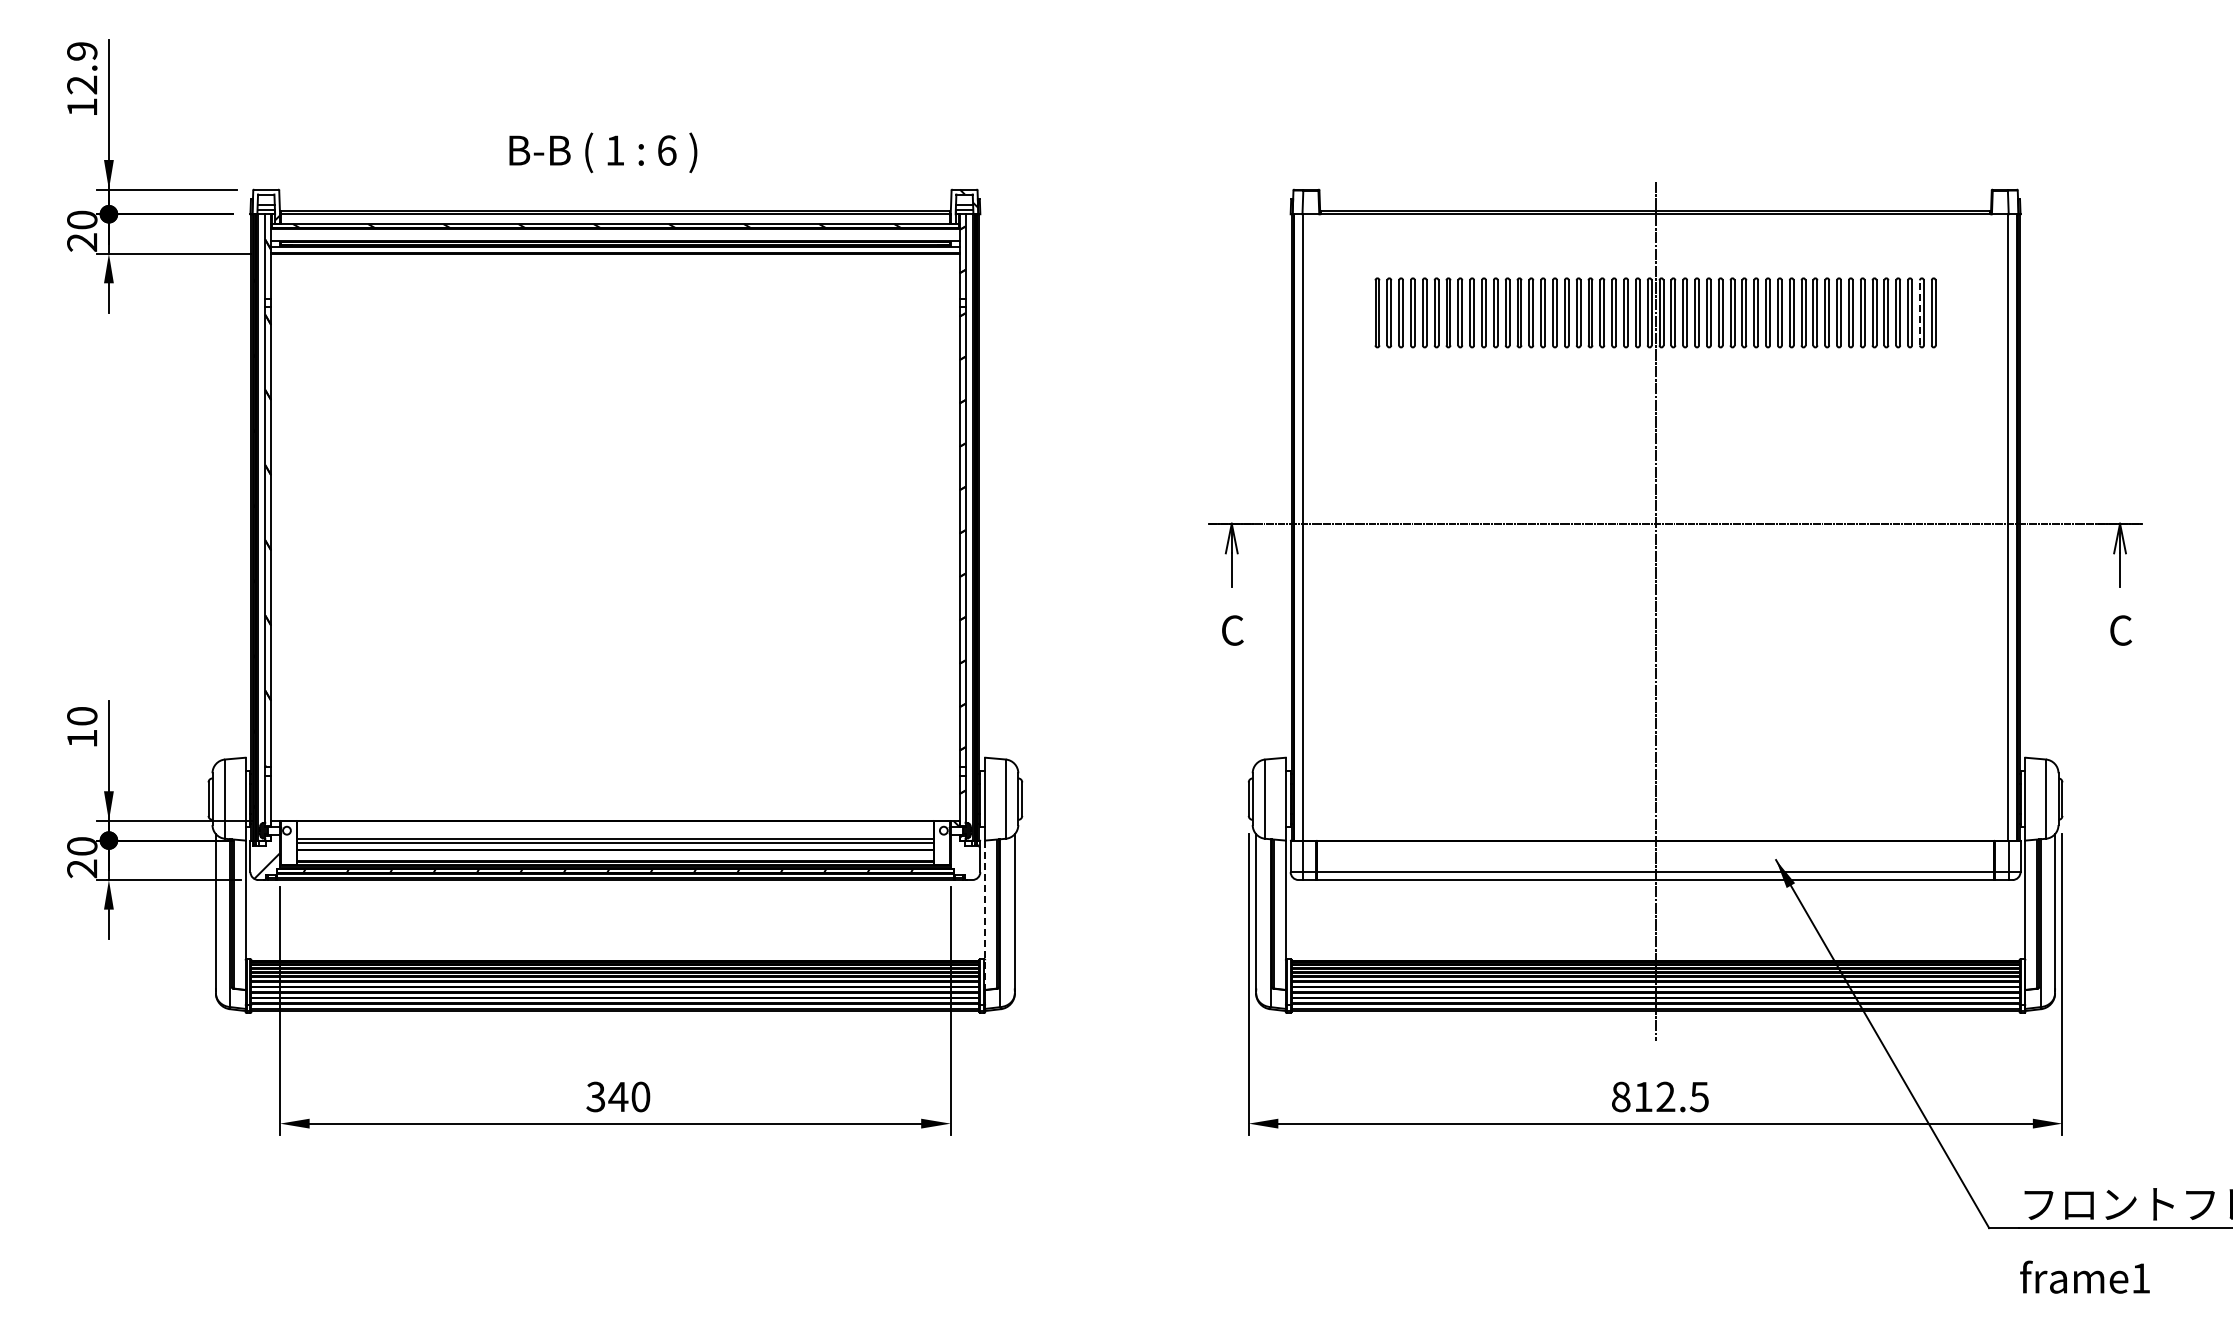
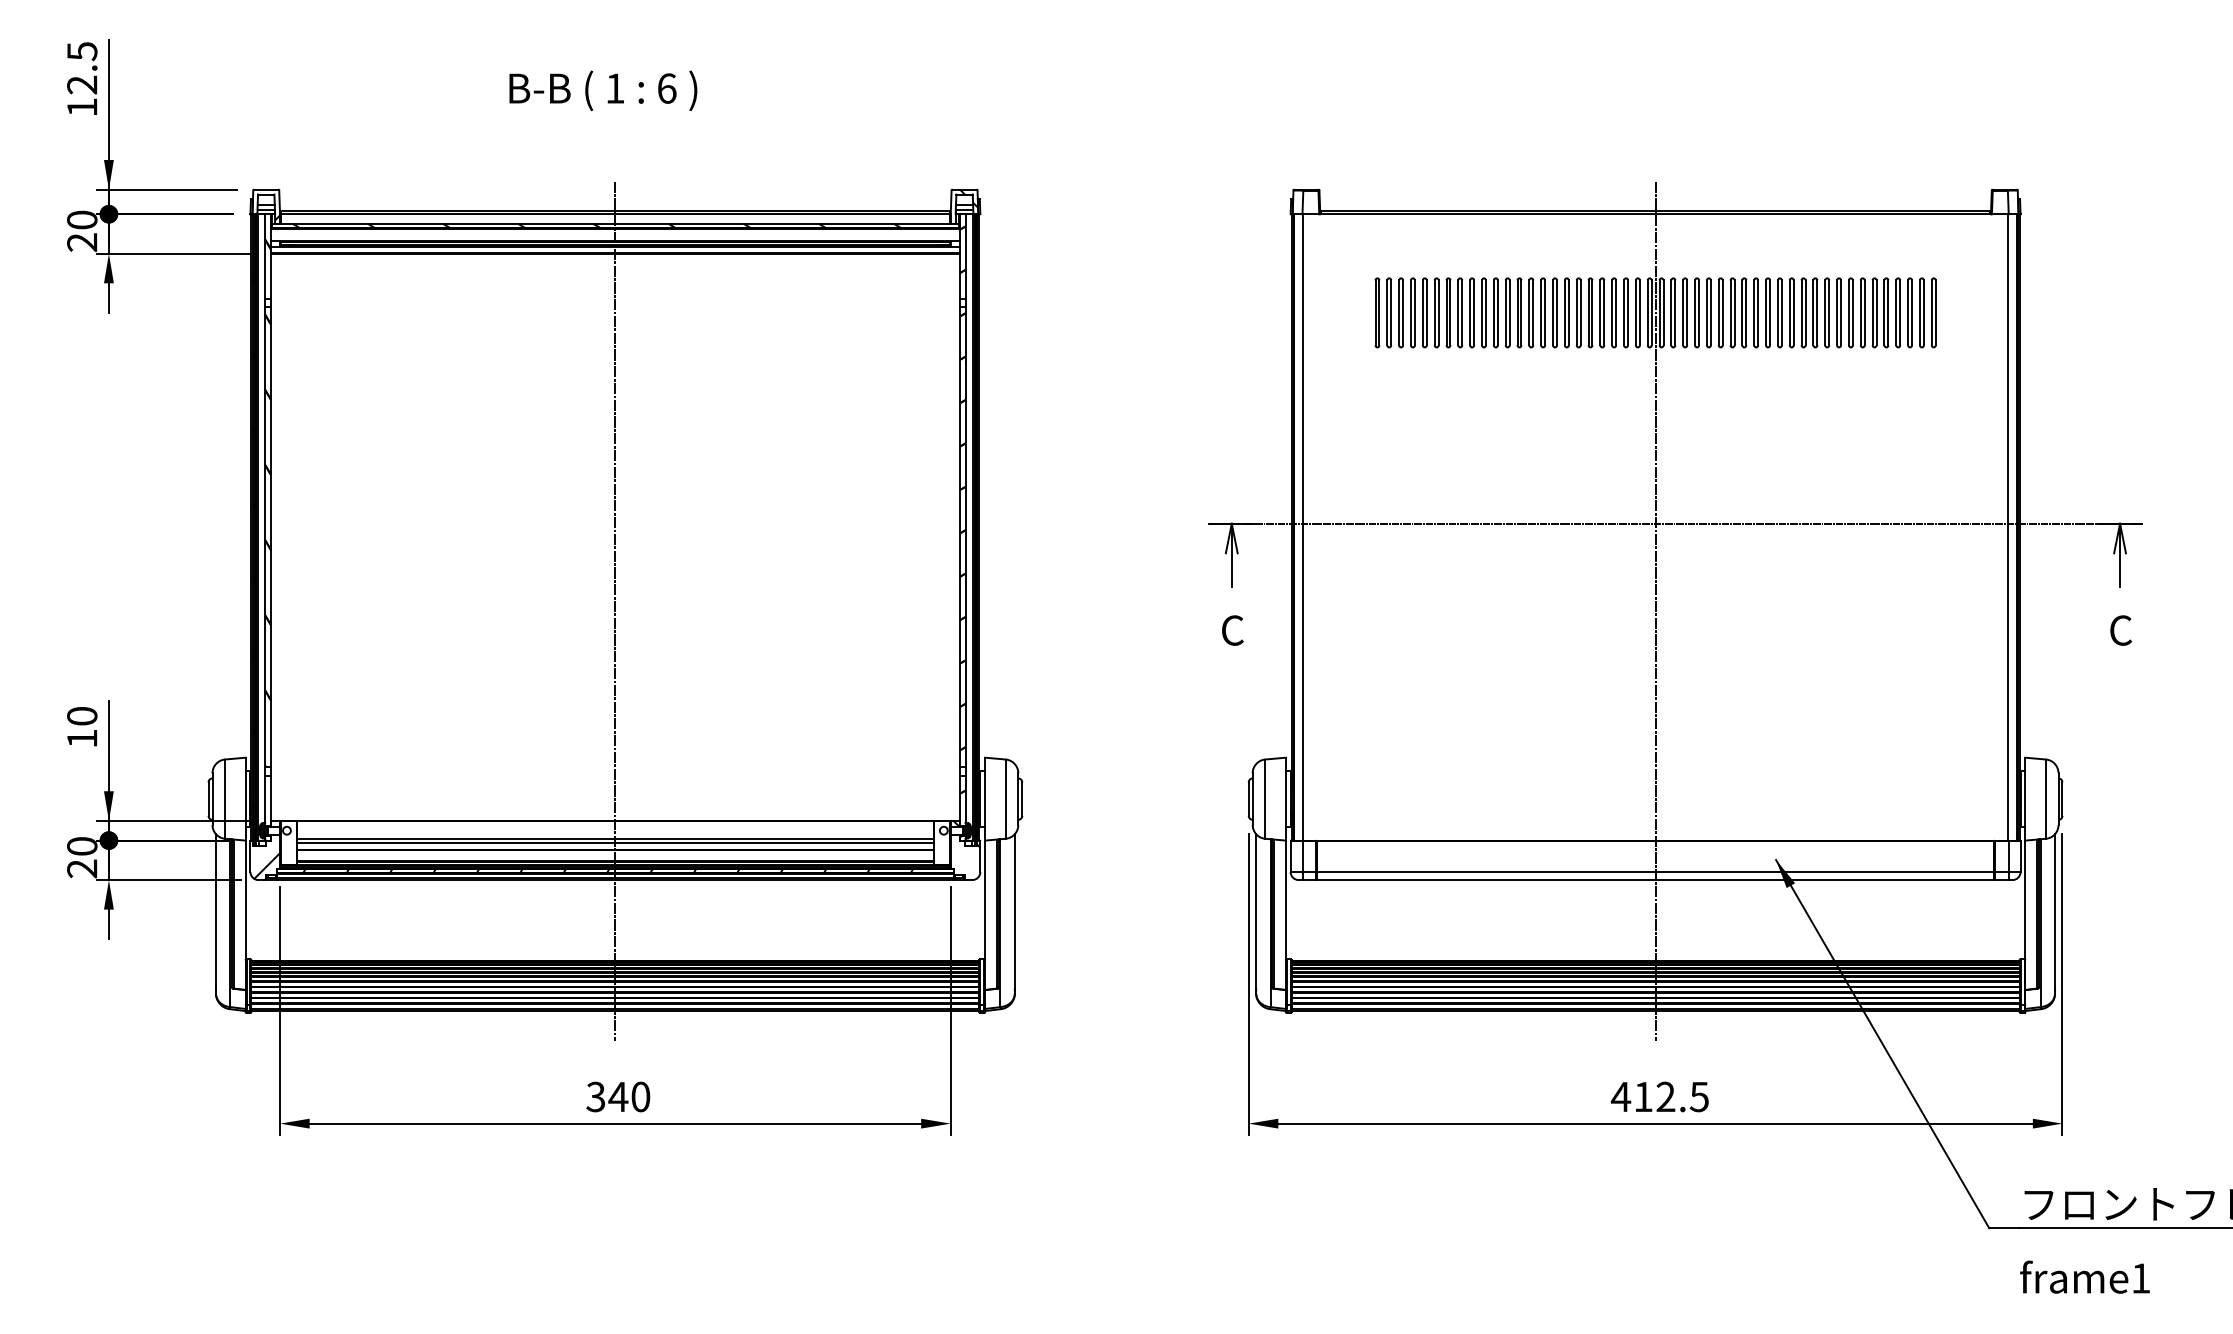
text at (82, 51): 12.9 -> 12.5
text at (603, 152) position: (603, 152) -> (603, 90)
line at (1919, 312): dashed -> solid
line at (615, 610): none -> present
line at (985, 915): dashed -> solid
text at (1620, 1096): 812.5 -> 412.5
